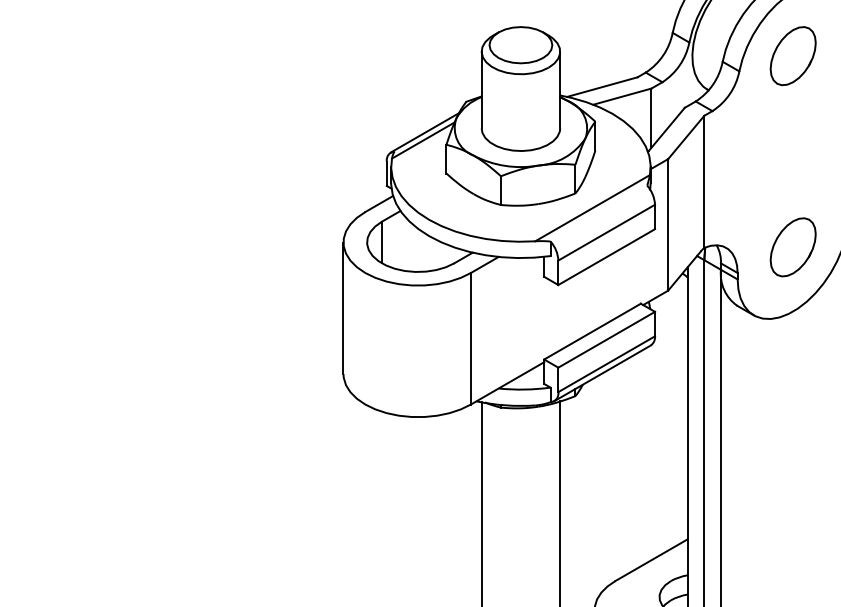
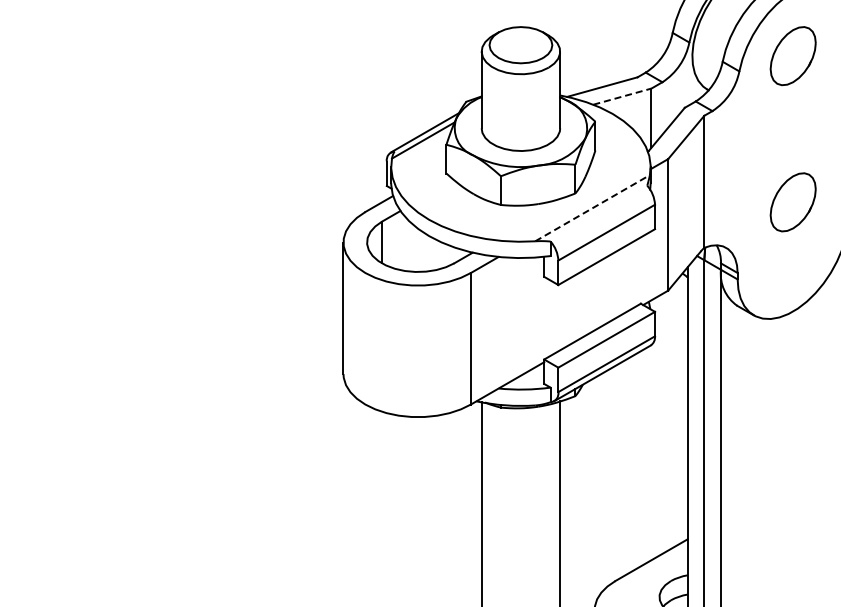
line at (622, 96): solid -> dashed
line at (593, 207): solid -> dashed
part at (792, 247) position: (792, 247) -> (792, 202)
